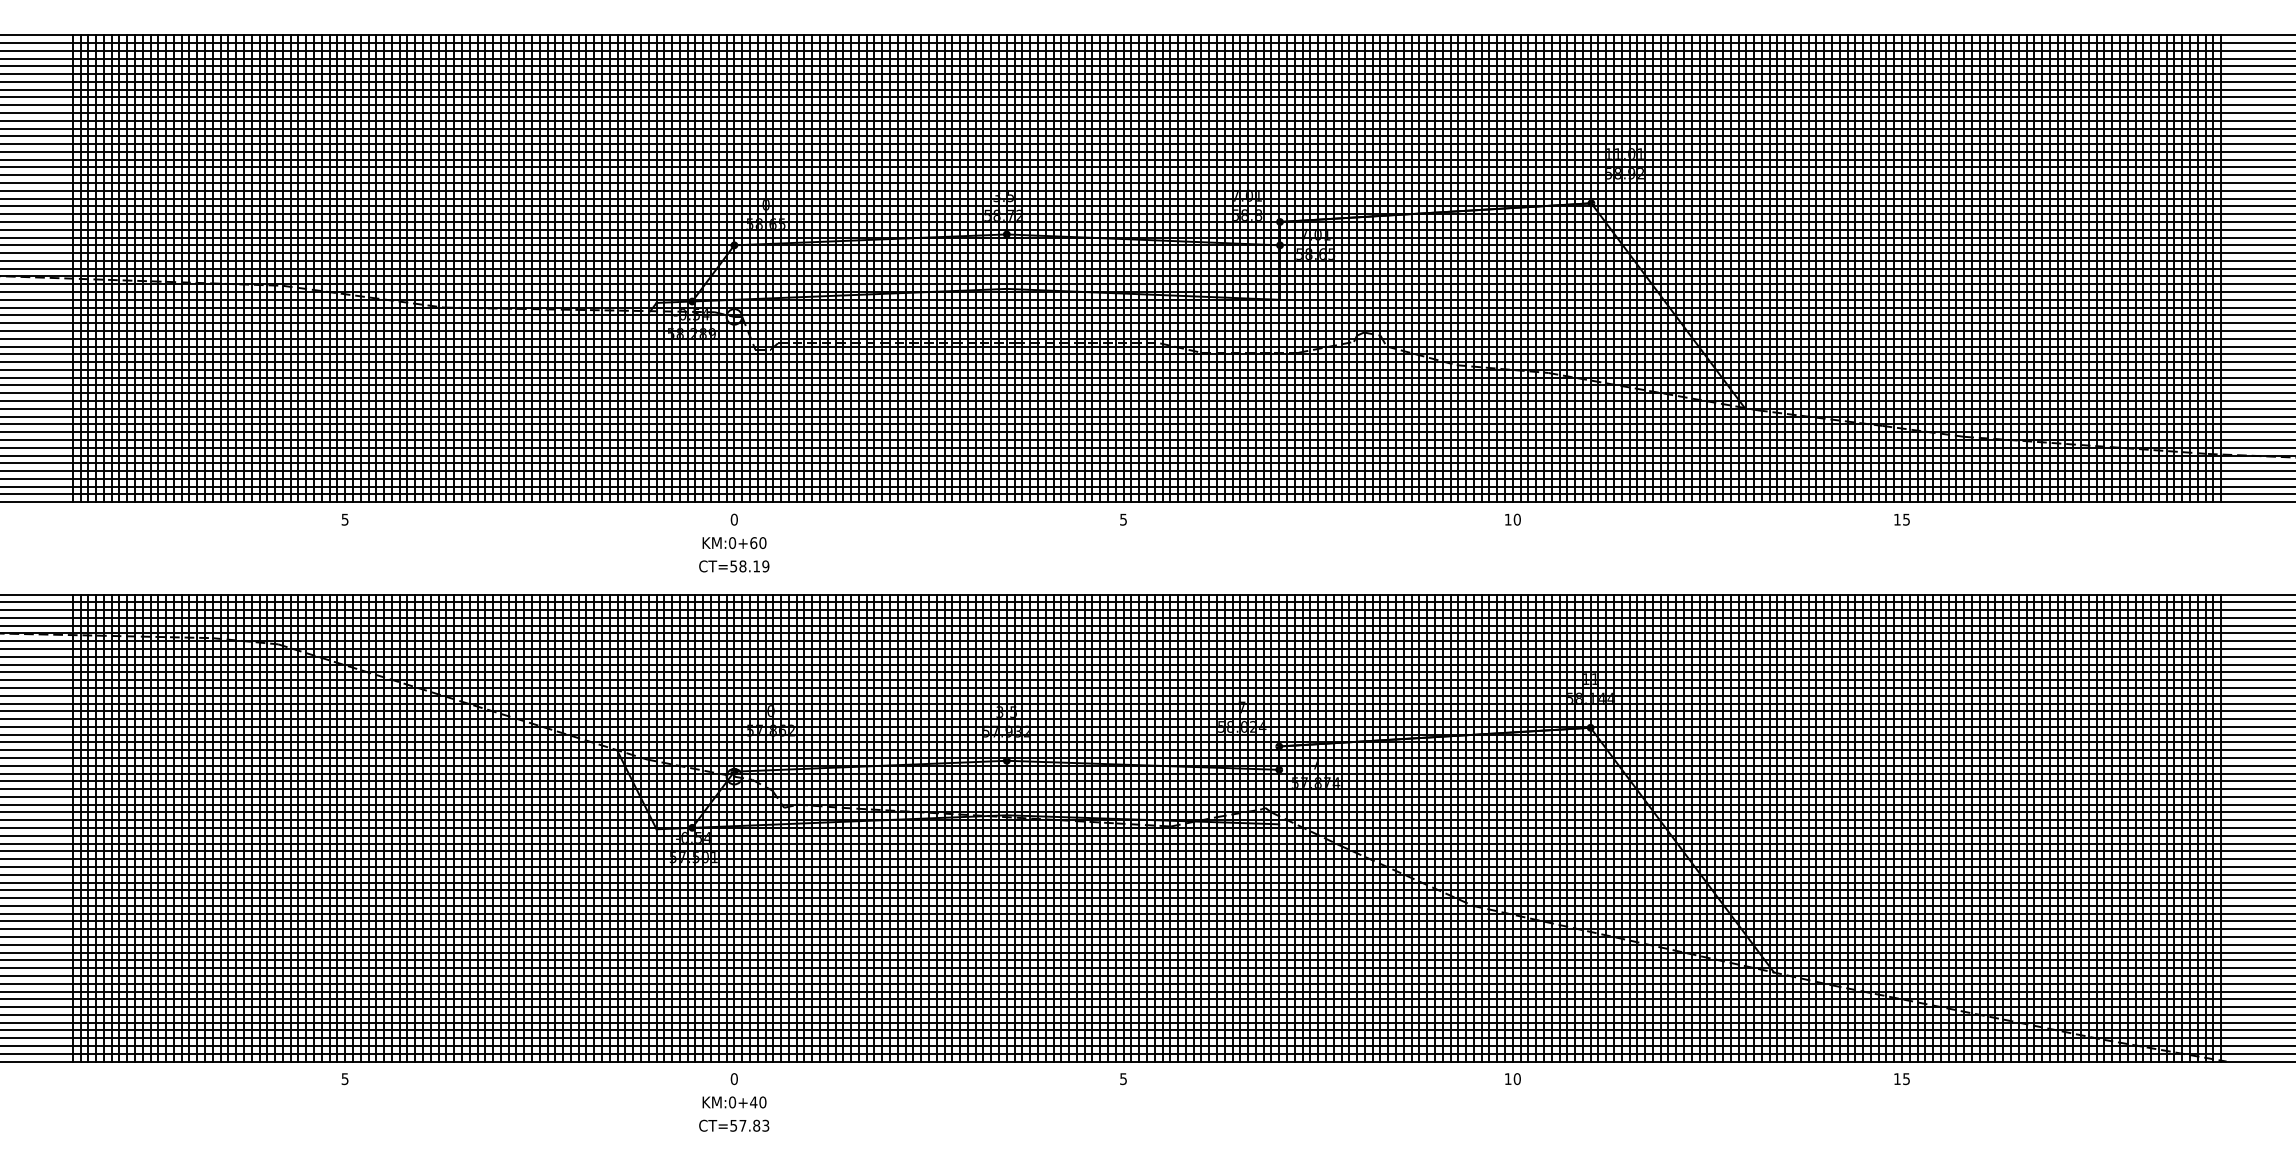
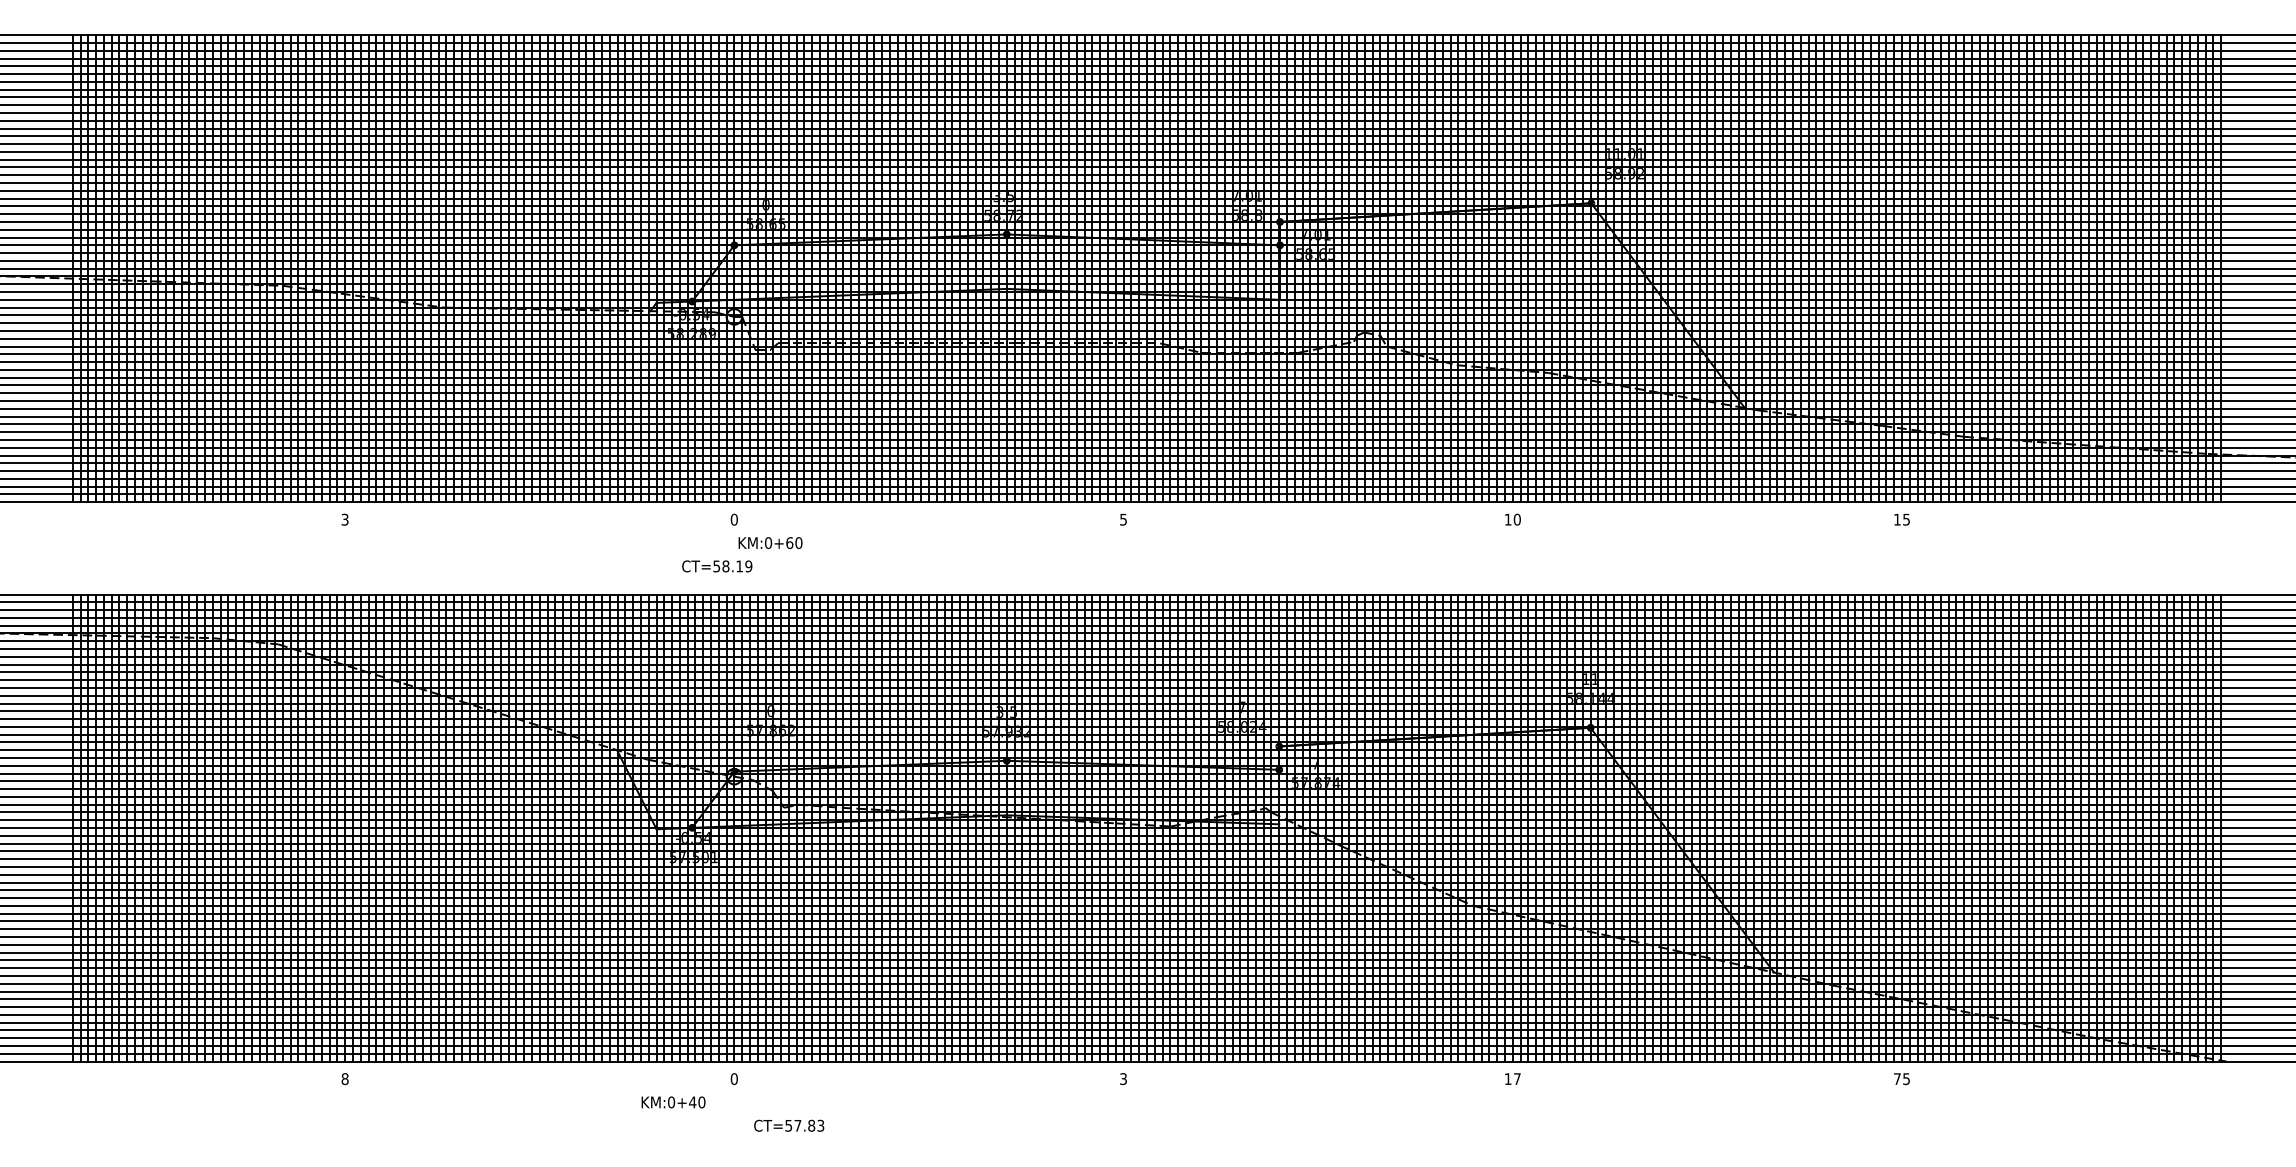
text at (345, 518): 5 -> 3
text at (734, 542) position: (734, 542) -> (770, 542)
text at (734, 566) position: (734, 566) -> (717, 566)
text at (344, 1078): 5 -> 8
text at (1123, 1078): 5 -> 3
text at (1897, 1078): 15 -> 75
text at (1516, 1079): 10 -> 17
text at (734, 1102) position: (734, 1102) -> (673, 1102)
text at (734, 1125) position: (734, 1125) -> (789, 1125)
